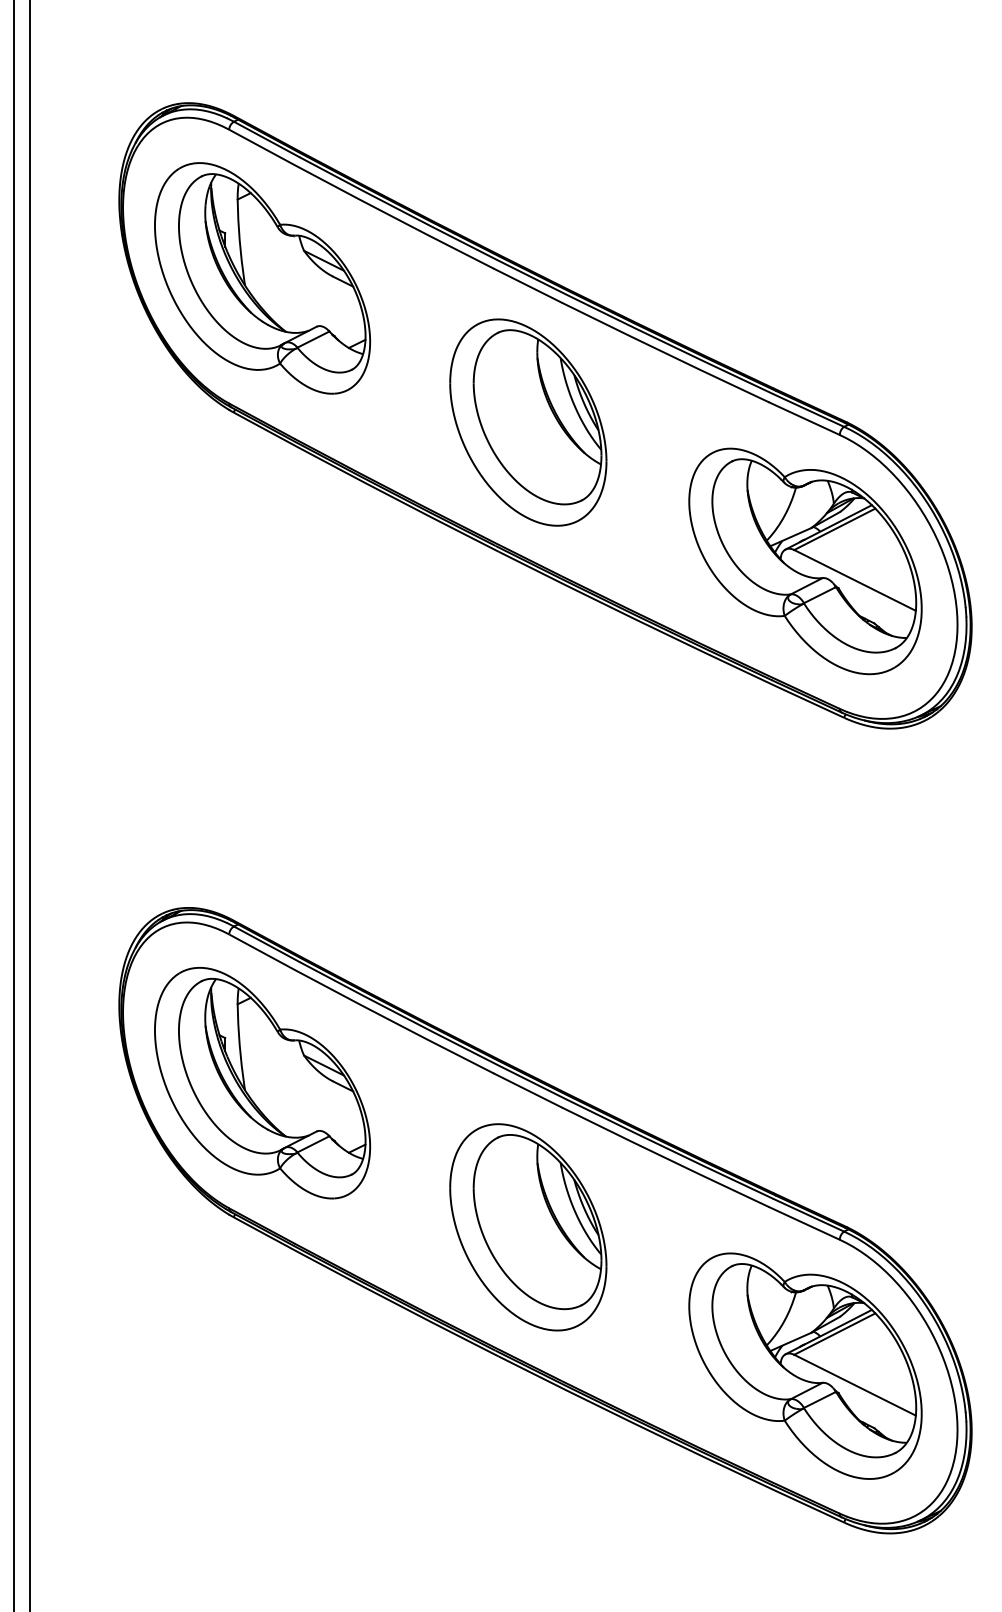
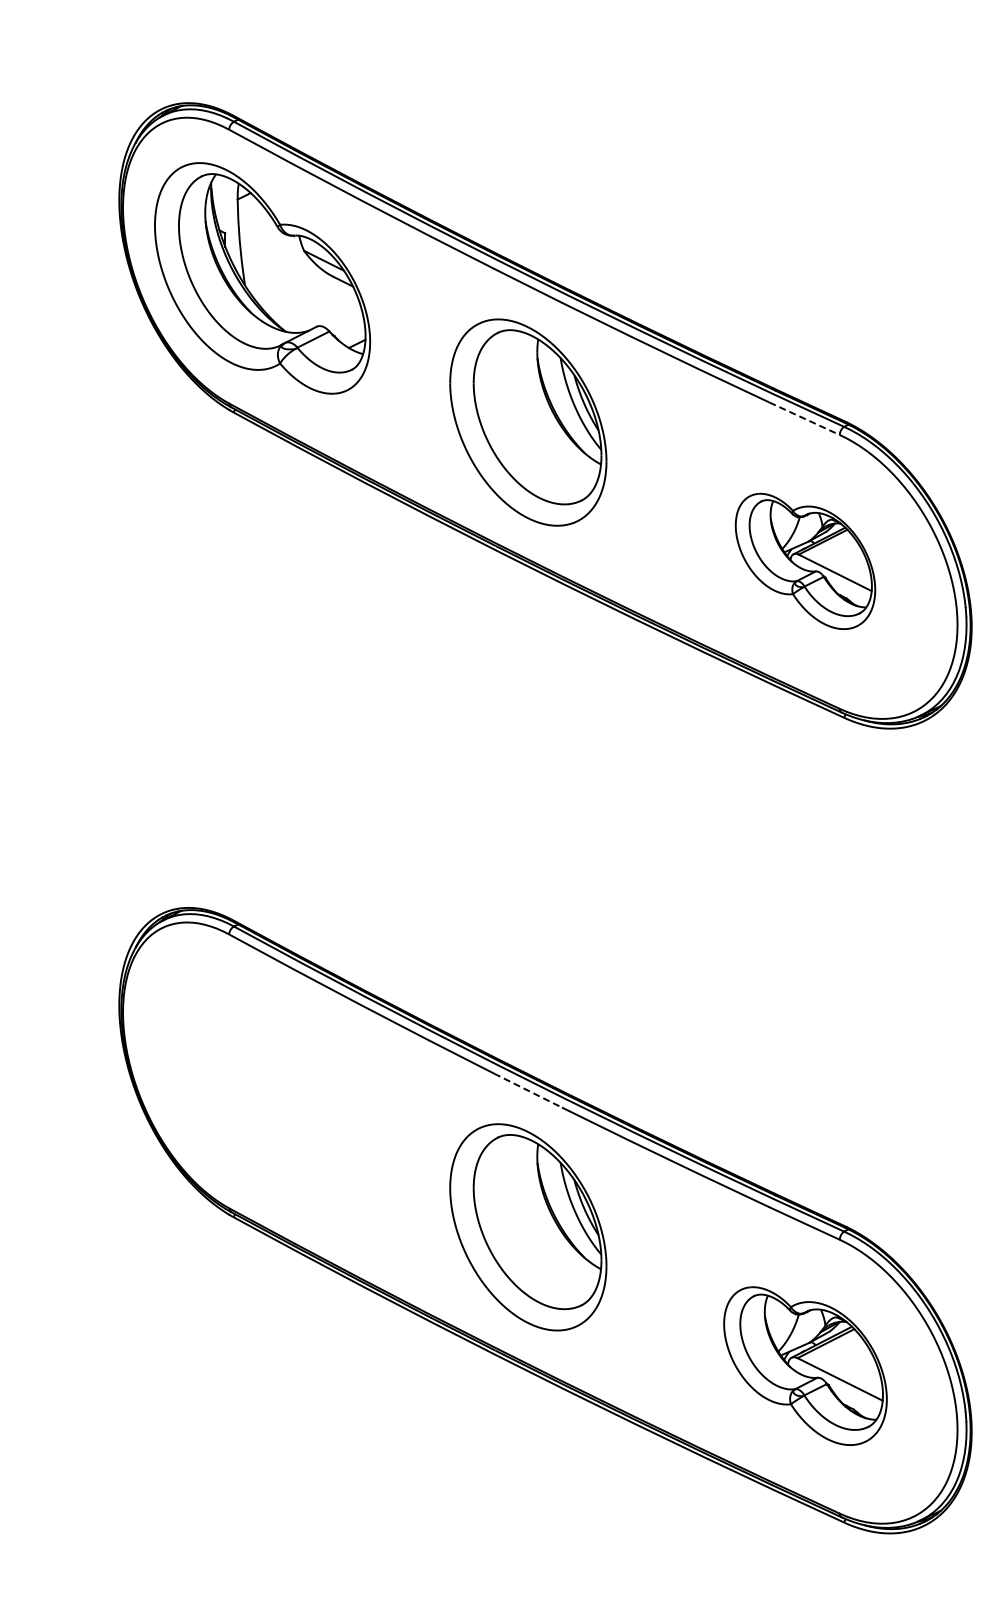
line at (804, 418): solid -> dashed
part at (805, 561) size: 235x229 px -> 143x138 px
line at (14, 805): present -> none
line at (30, 805): present -> none
part at (262, 1083): present -> none
line at (527, 1090): solid -> dashed
part at (805, 1365) size: 235x228 px -> 165x160 px
